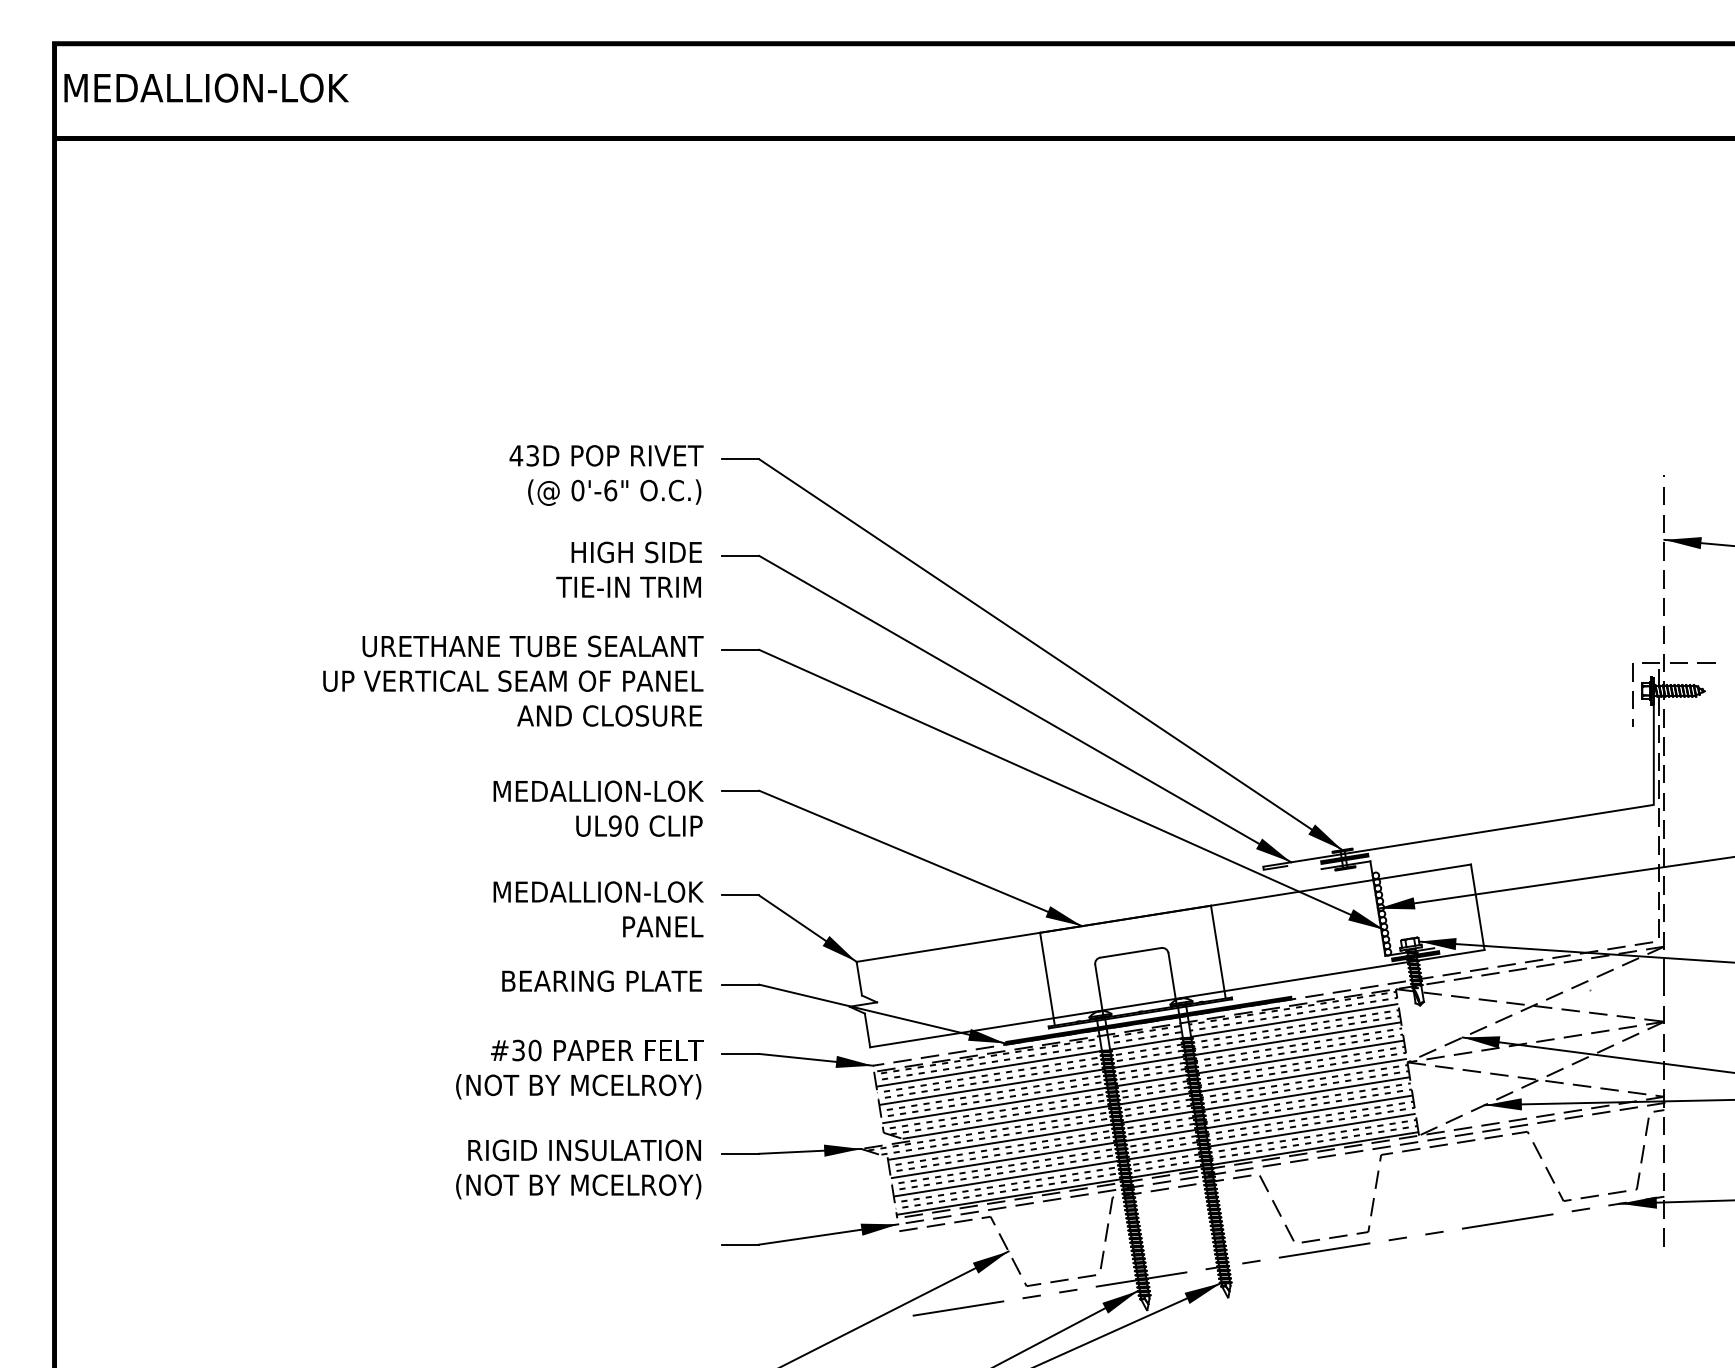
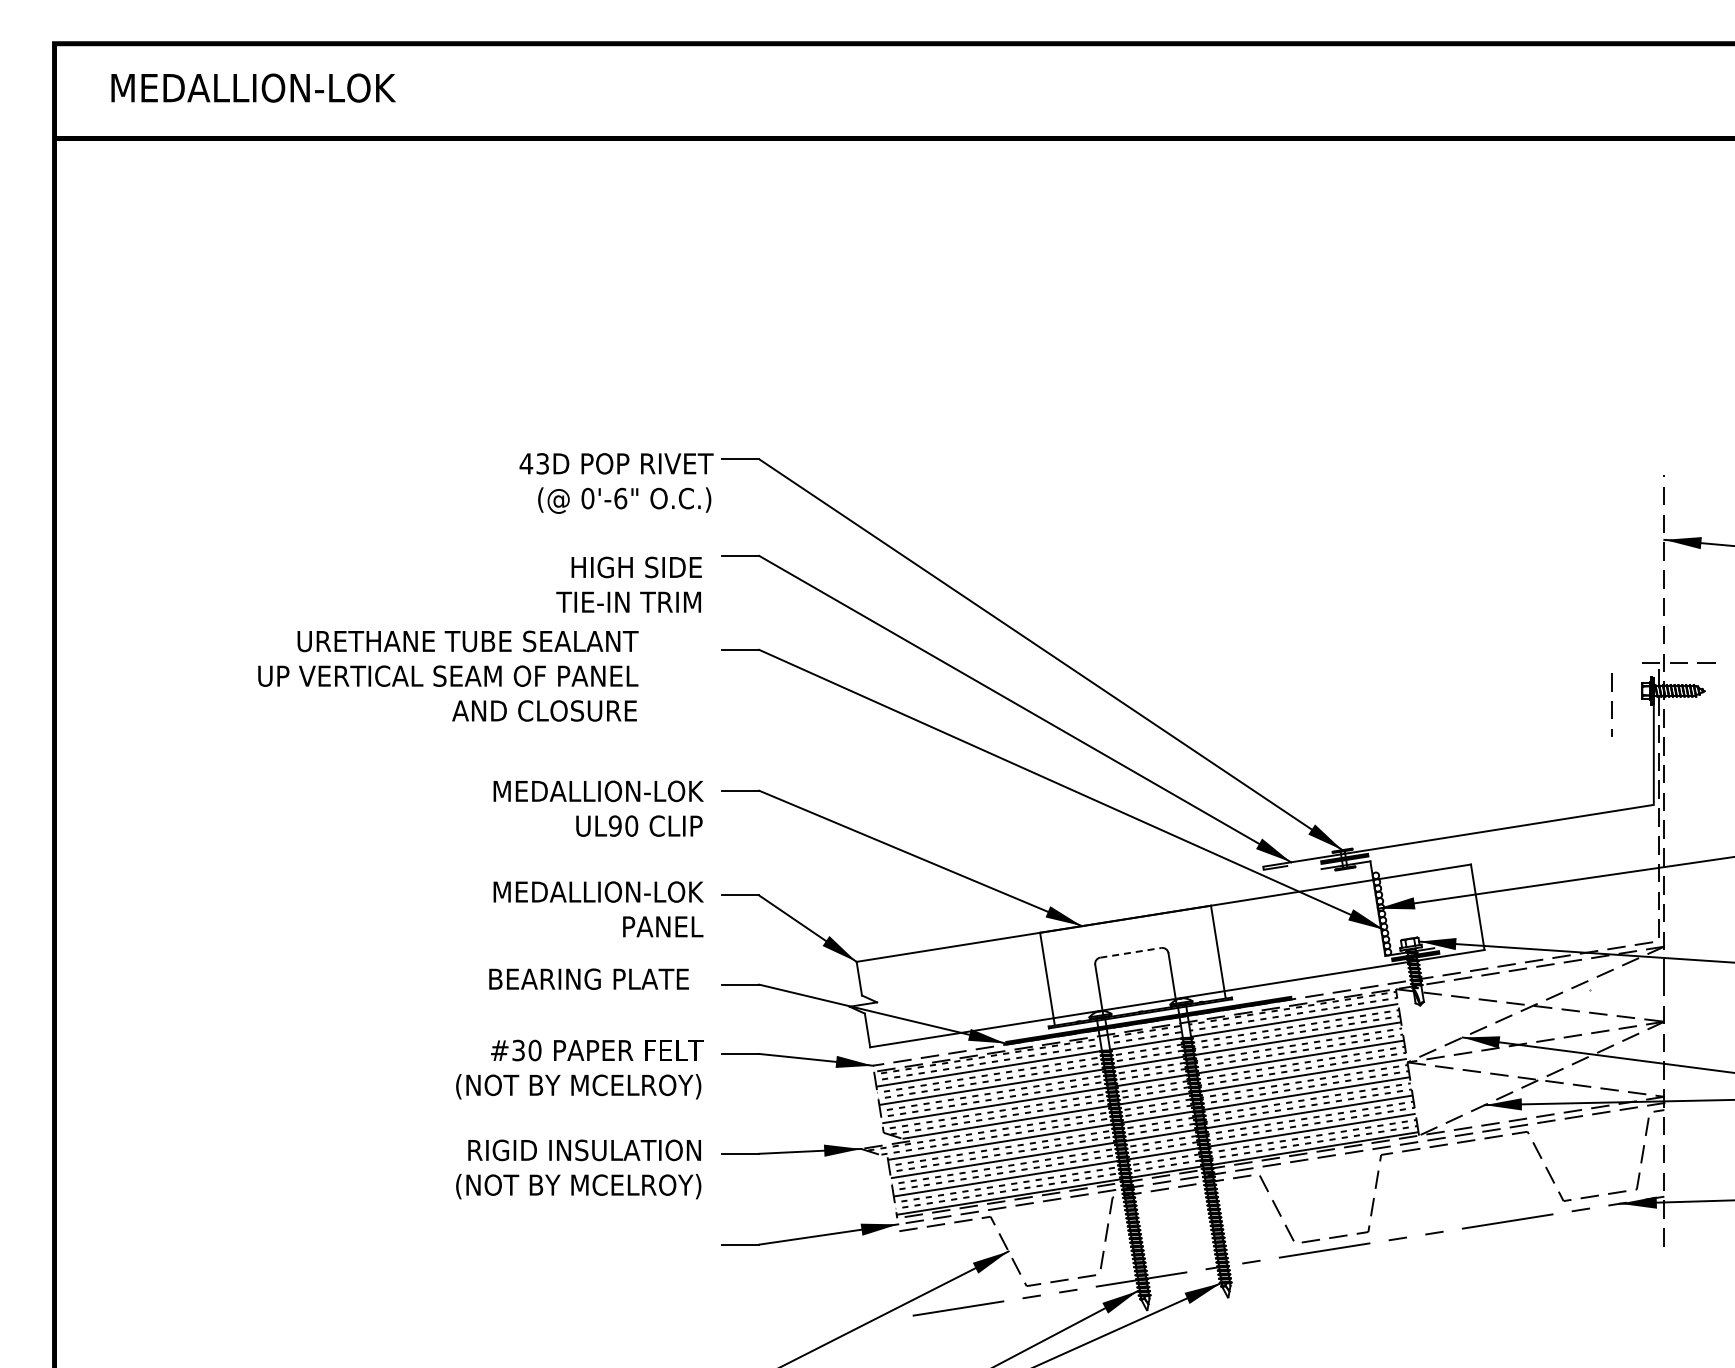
text at (206, 87) position: (206, 87) -> (253, 87)
text at (606, 475) position: (606, 475) -> (616, 483)
text at (628, 569) position: (628, 569) -> (628, 584)
text at (513, 680) position: (513, 680) -> (448, 675)
line at (1632, 694) position: (1632, 694) -> (1611, 704)
line at (1130, 952): solid -> dashed
text at (601, 980) position: (601, 980) -> (588, 978)
